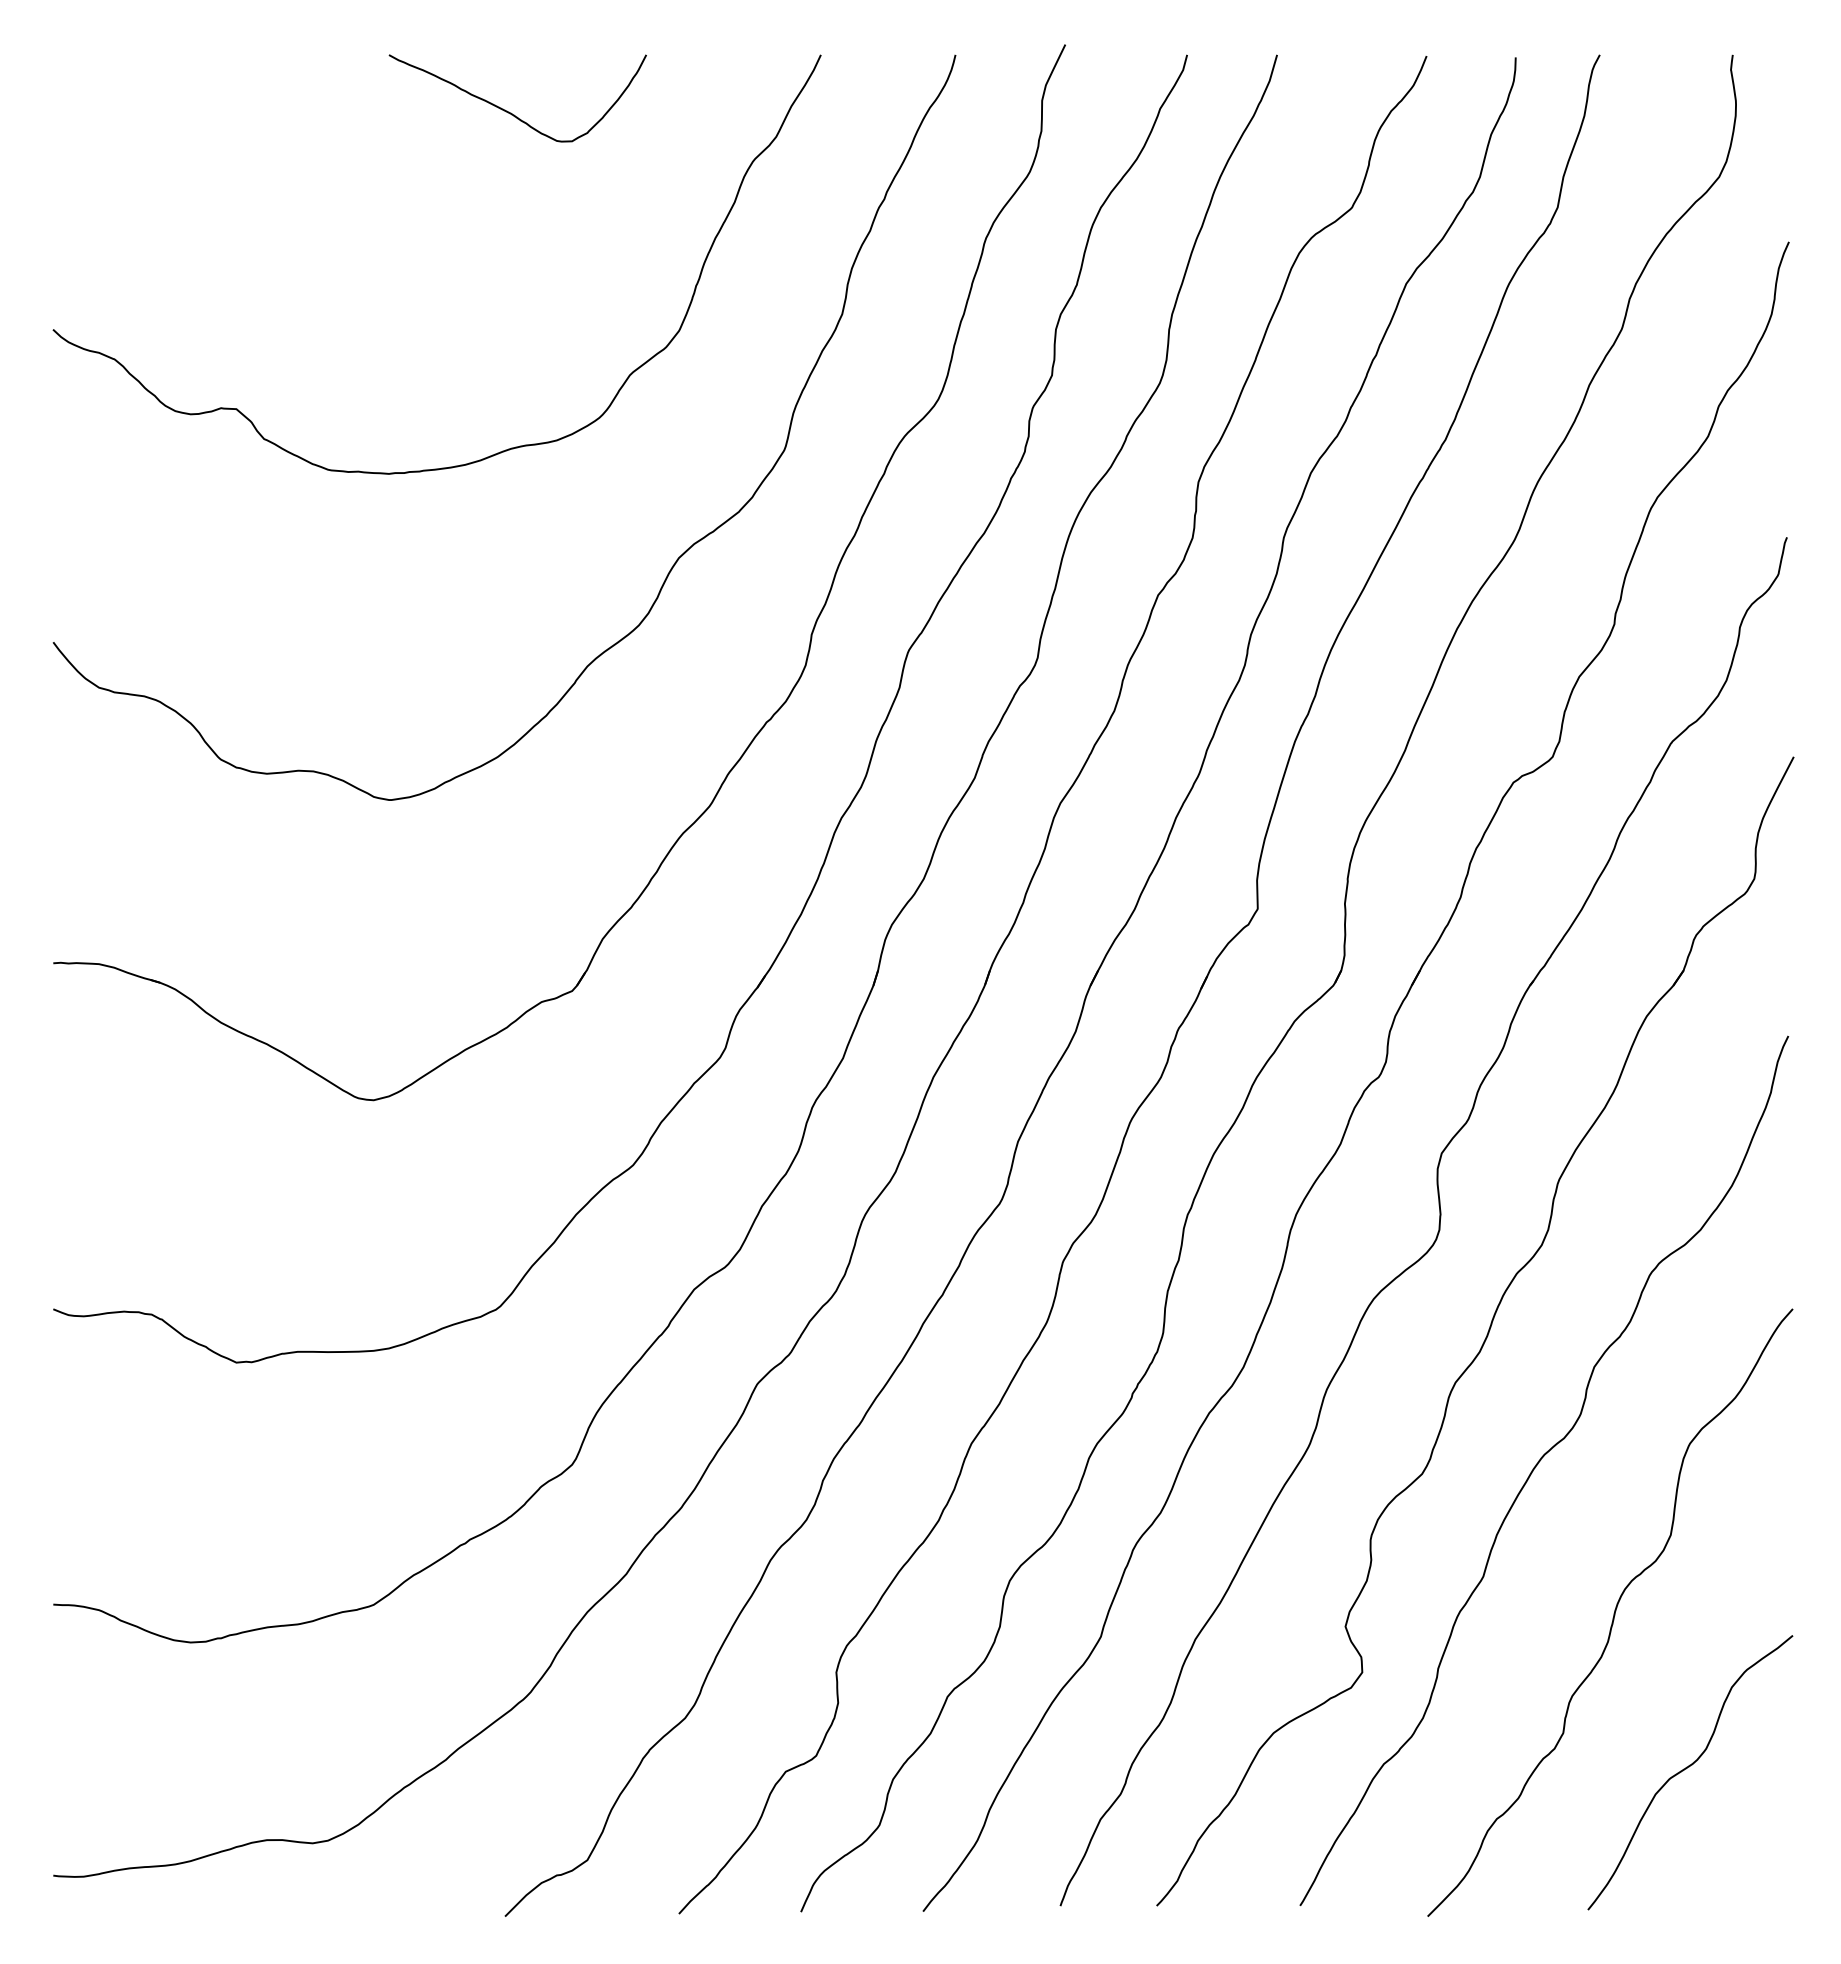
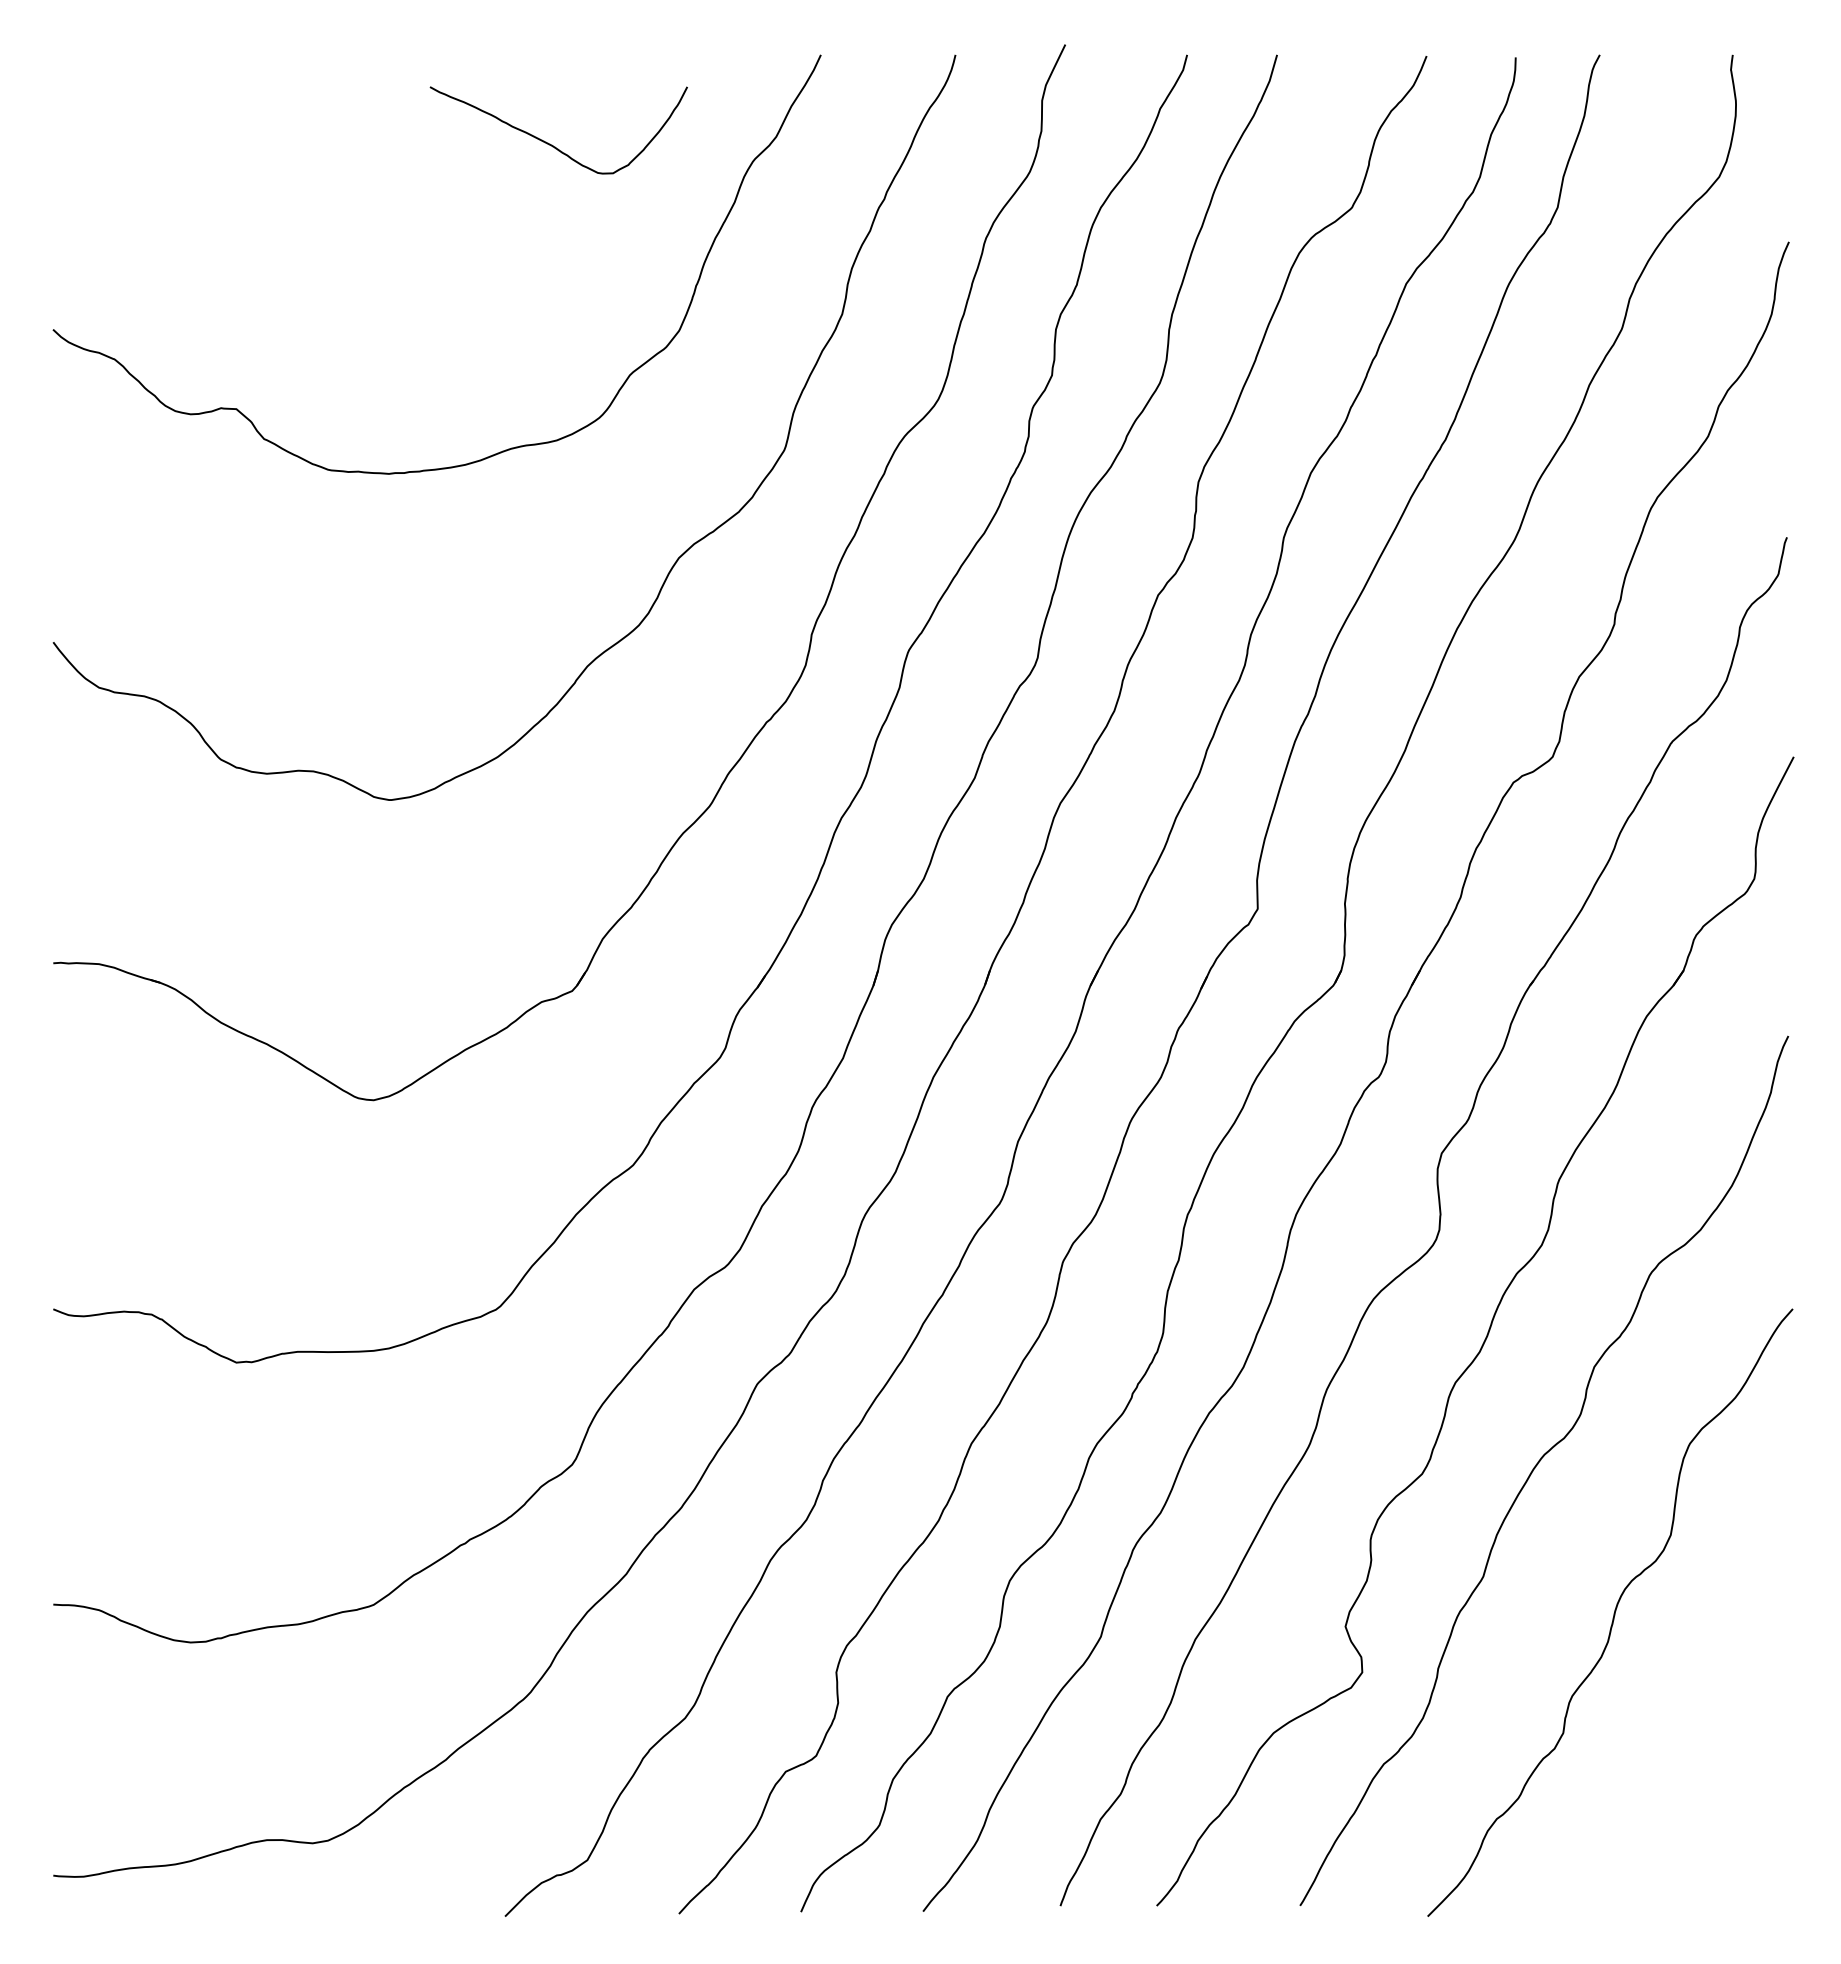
curve at (511, 112) position: (511, 112) -> (552, 144)
curve at (1687, 1768): present -> none
